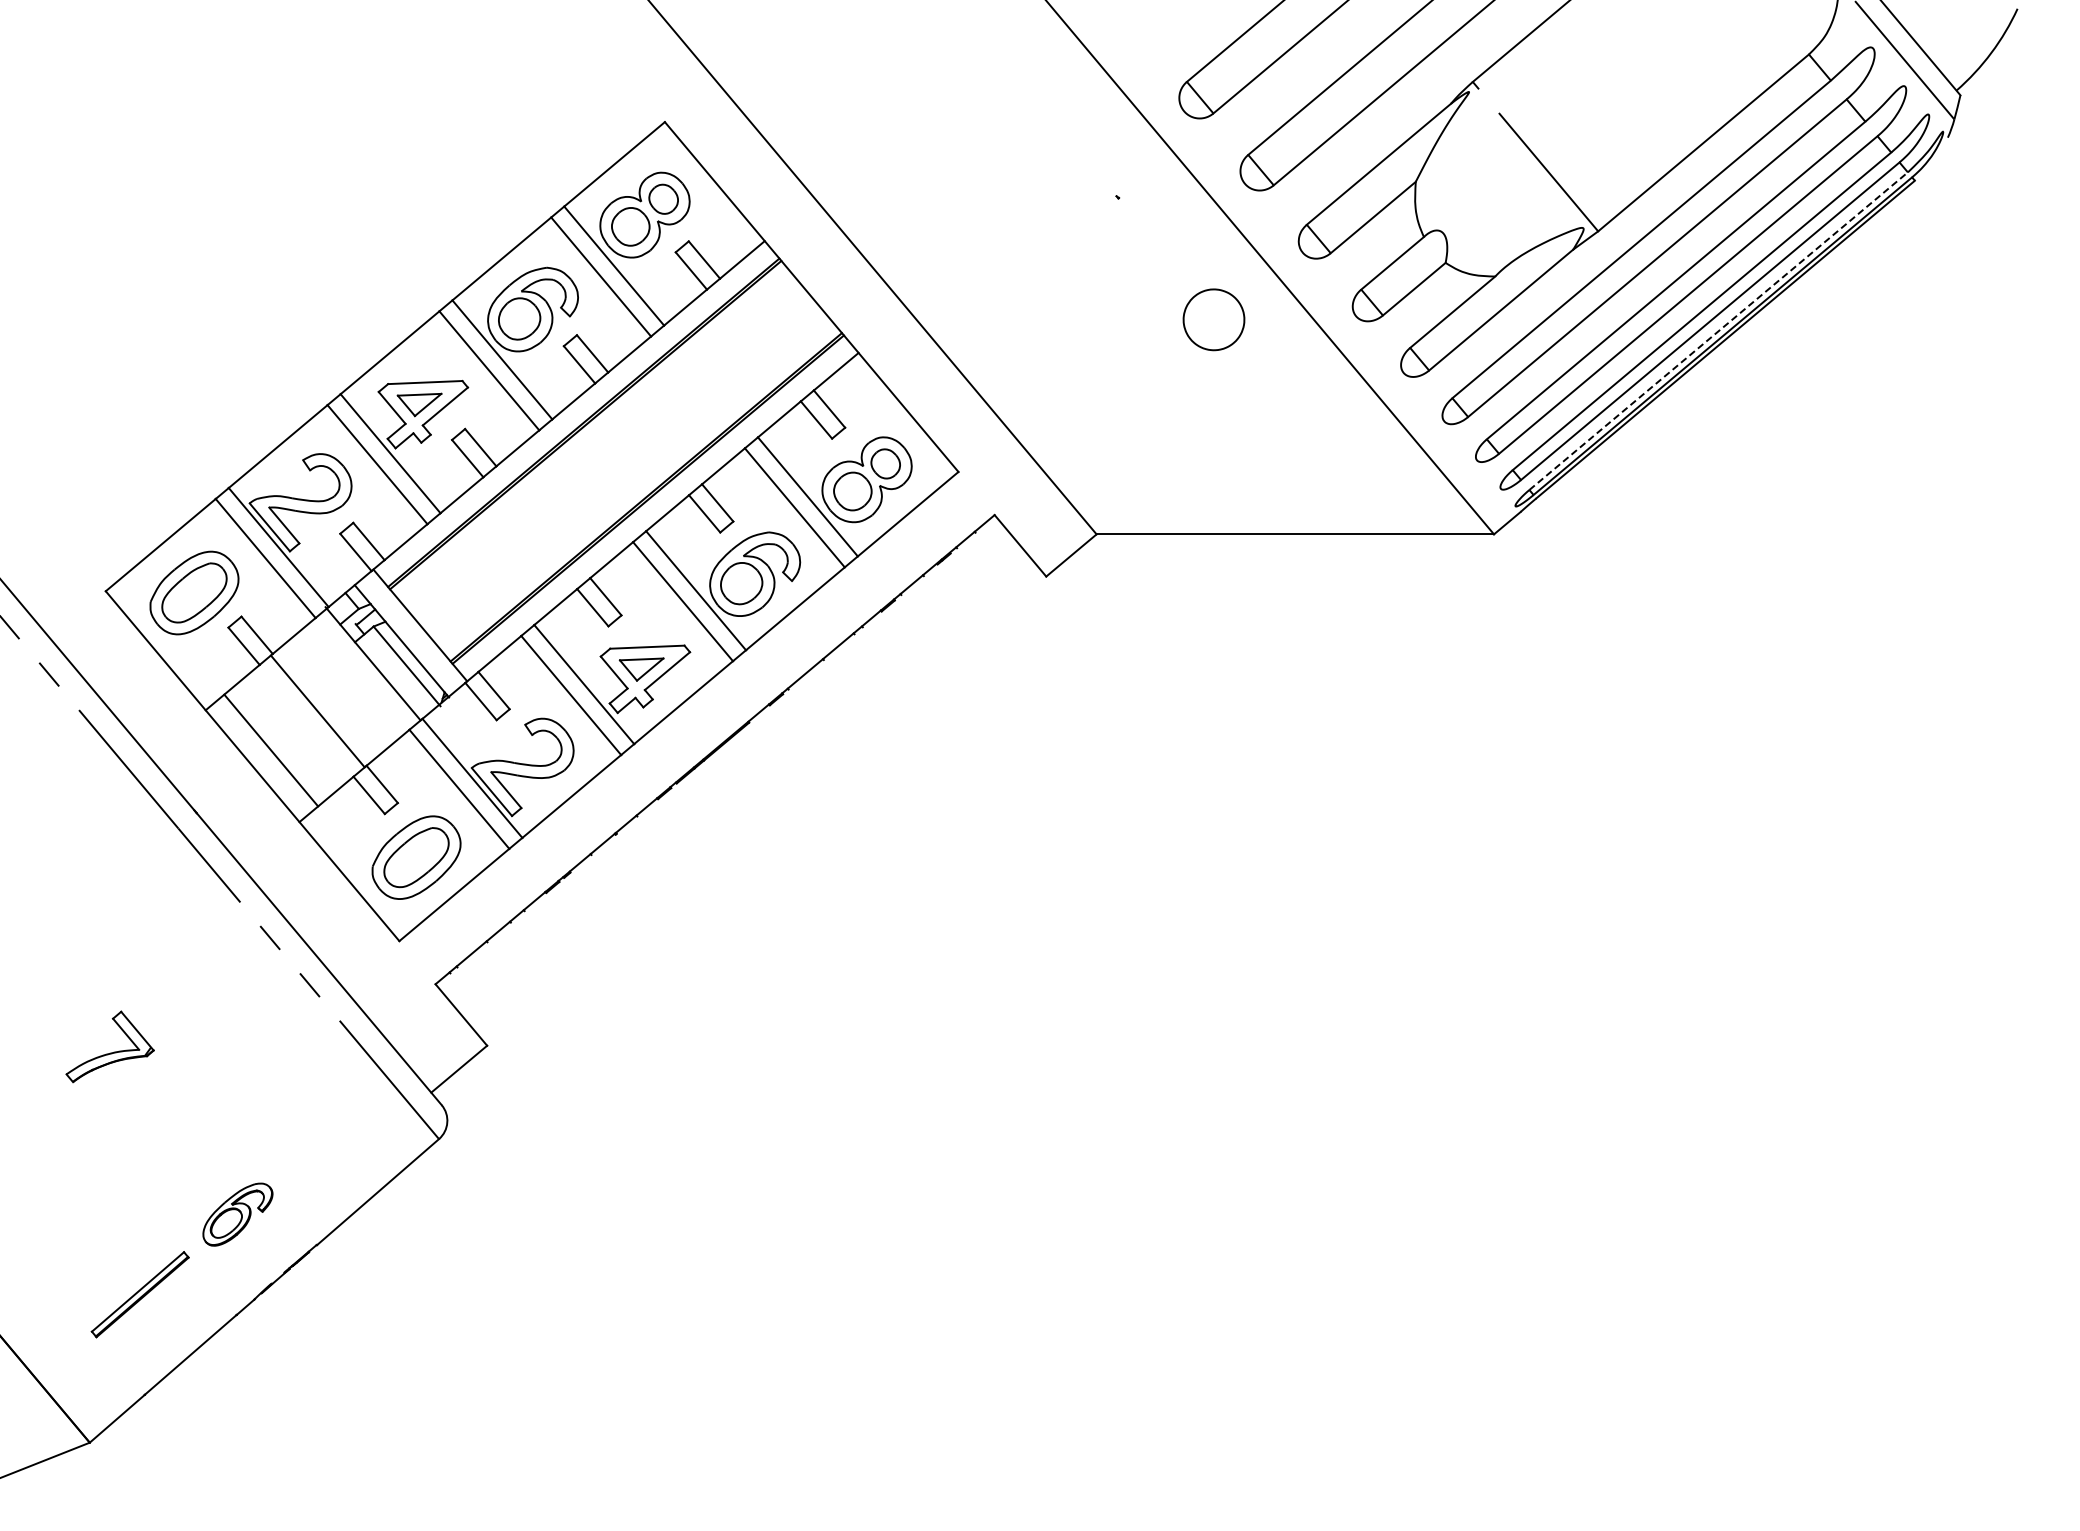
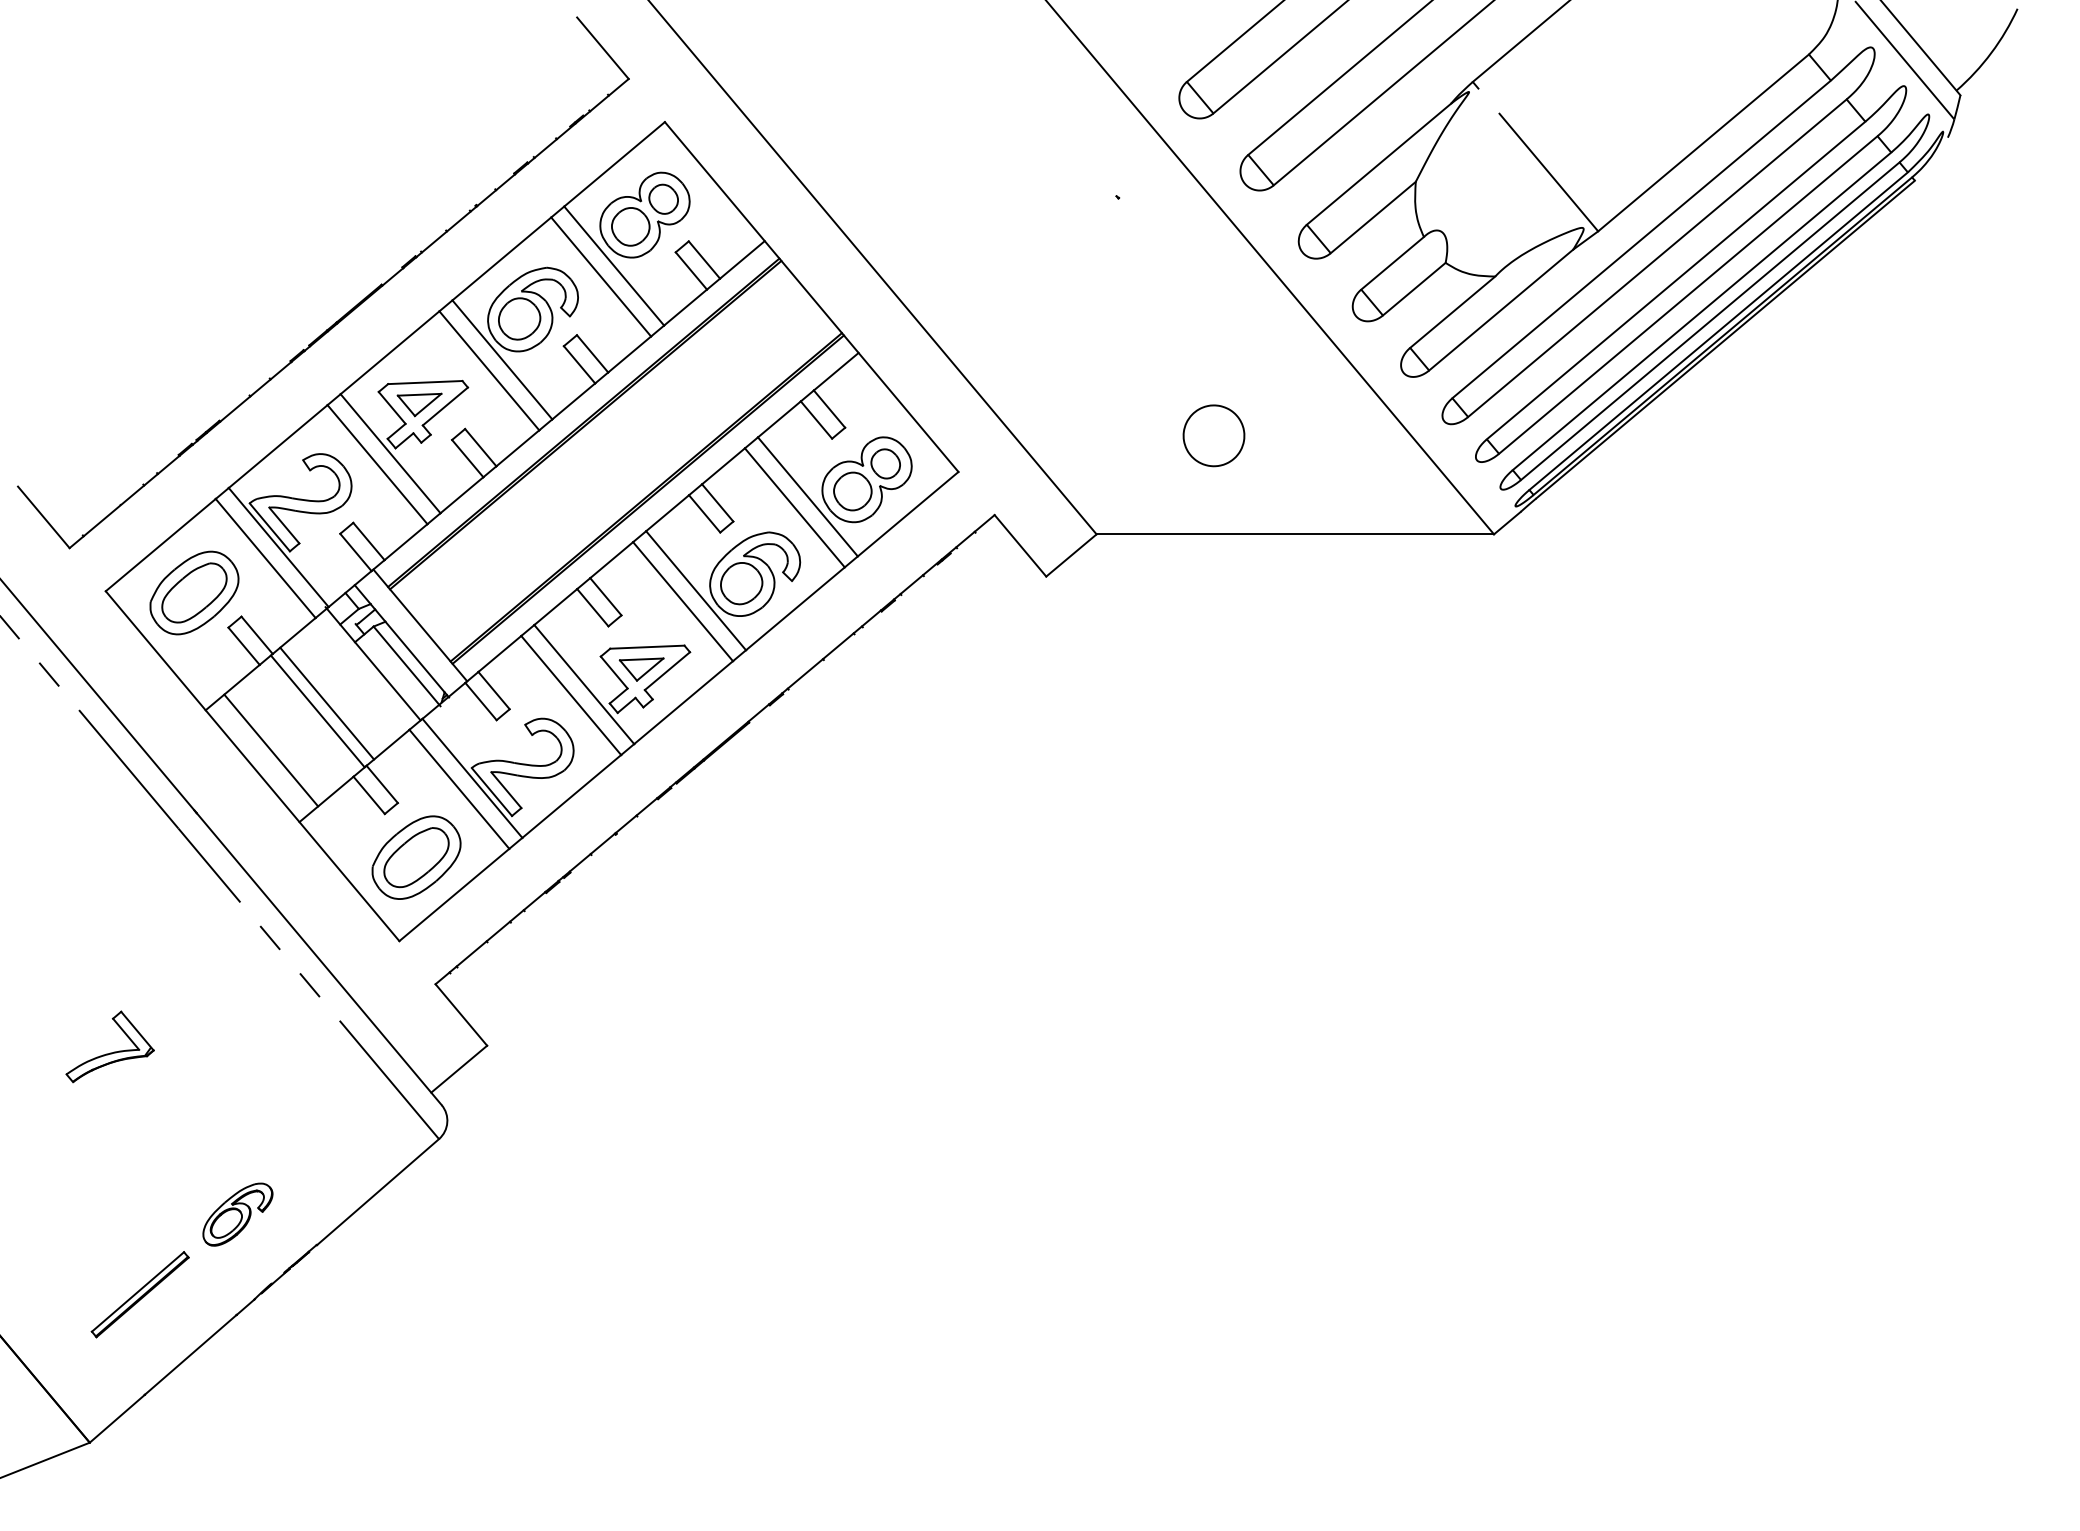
part at (346, 312): none -> present
part at (1213, 319) position: (1213, 319) -> (1213, 435)
line at (1719, 330): dashed -> solid
line at (327, 703): none -> present
